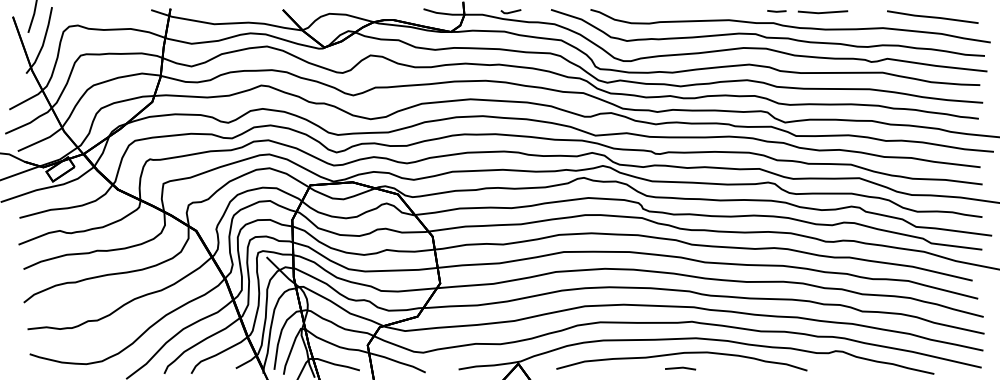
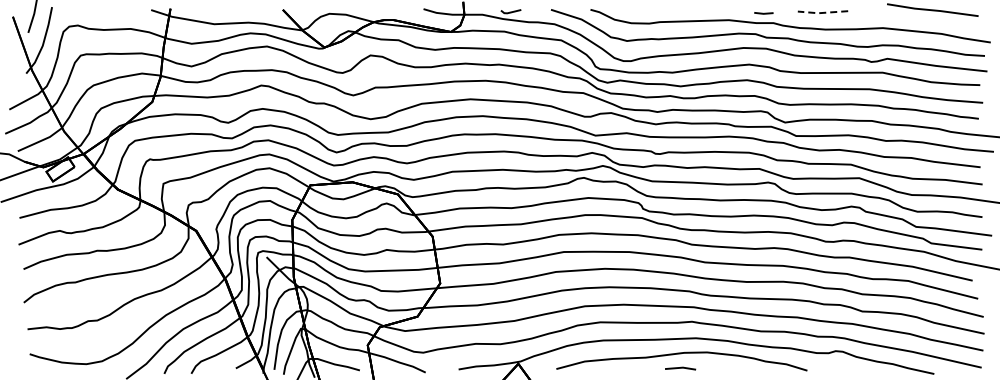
line at (776, 11) position: (776, 11) -> (763, 13)
line at (822, 12): solid -> dashed
line at (932, 16) position: (932, 16) -> (932, 9)
